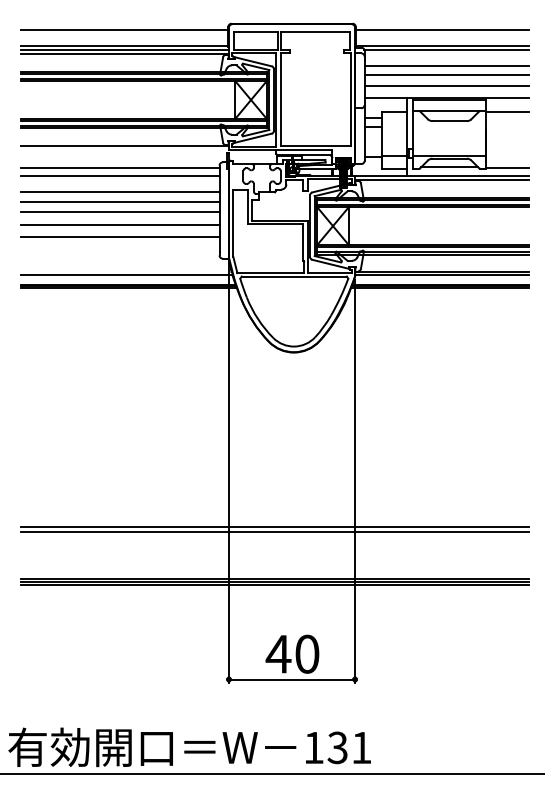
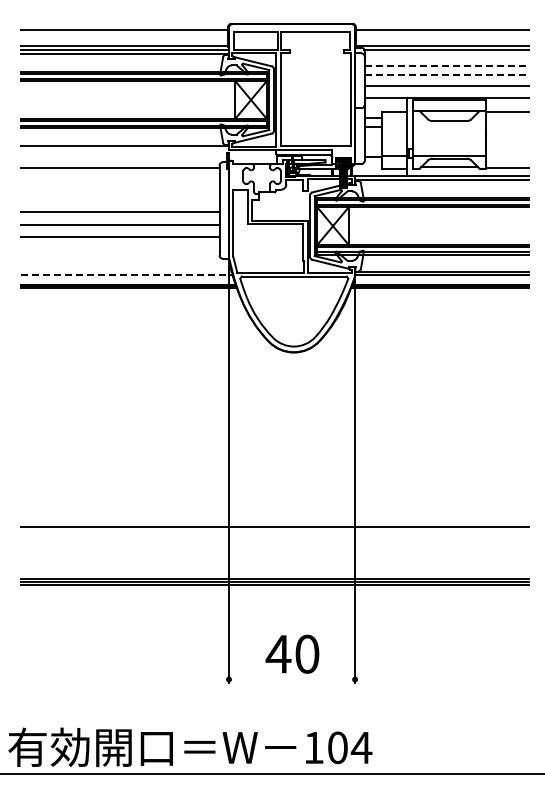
line at (447, 65): solid -> dashed
line at (447, 75): solid -> dashed
line at (119, 176): present -> none
line at (119, 192): present -> none
line at (119, 201): present -> none
line at (126, 274): solid -> dashed
line at (274, 531): present -> none
line at (291, 679): present -> none
text at (349, 747): 131 -> 104
